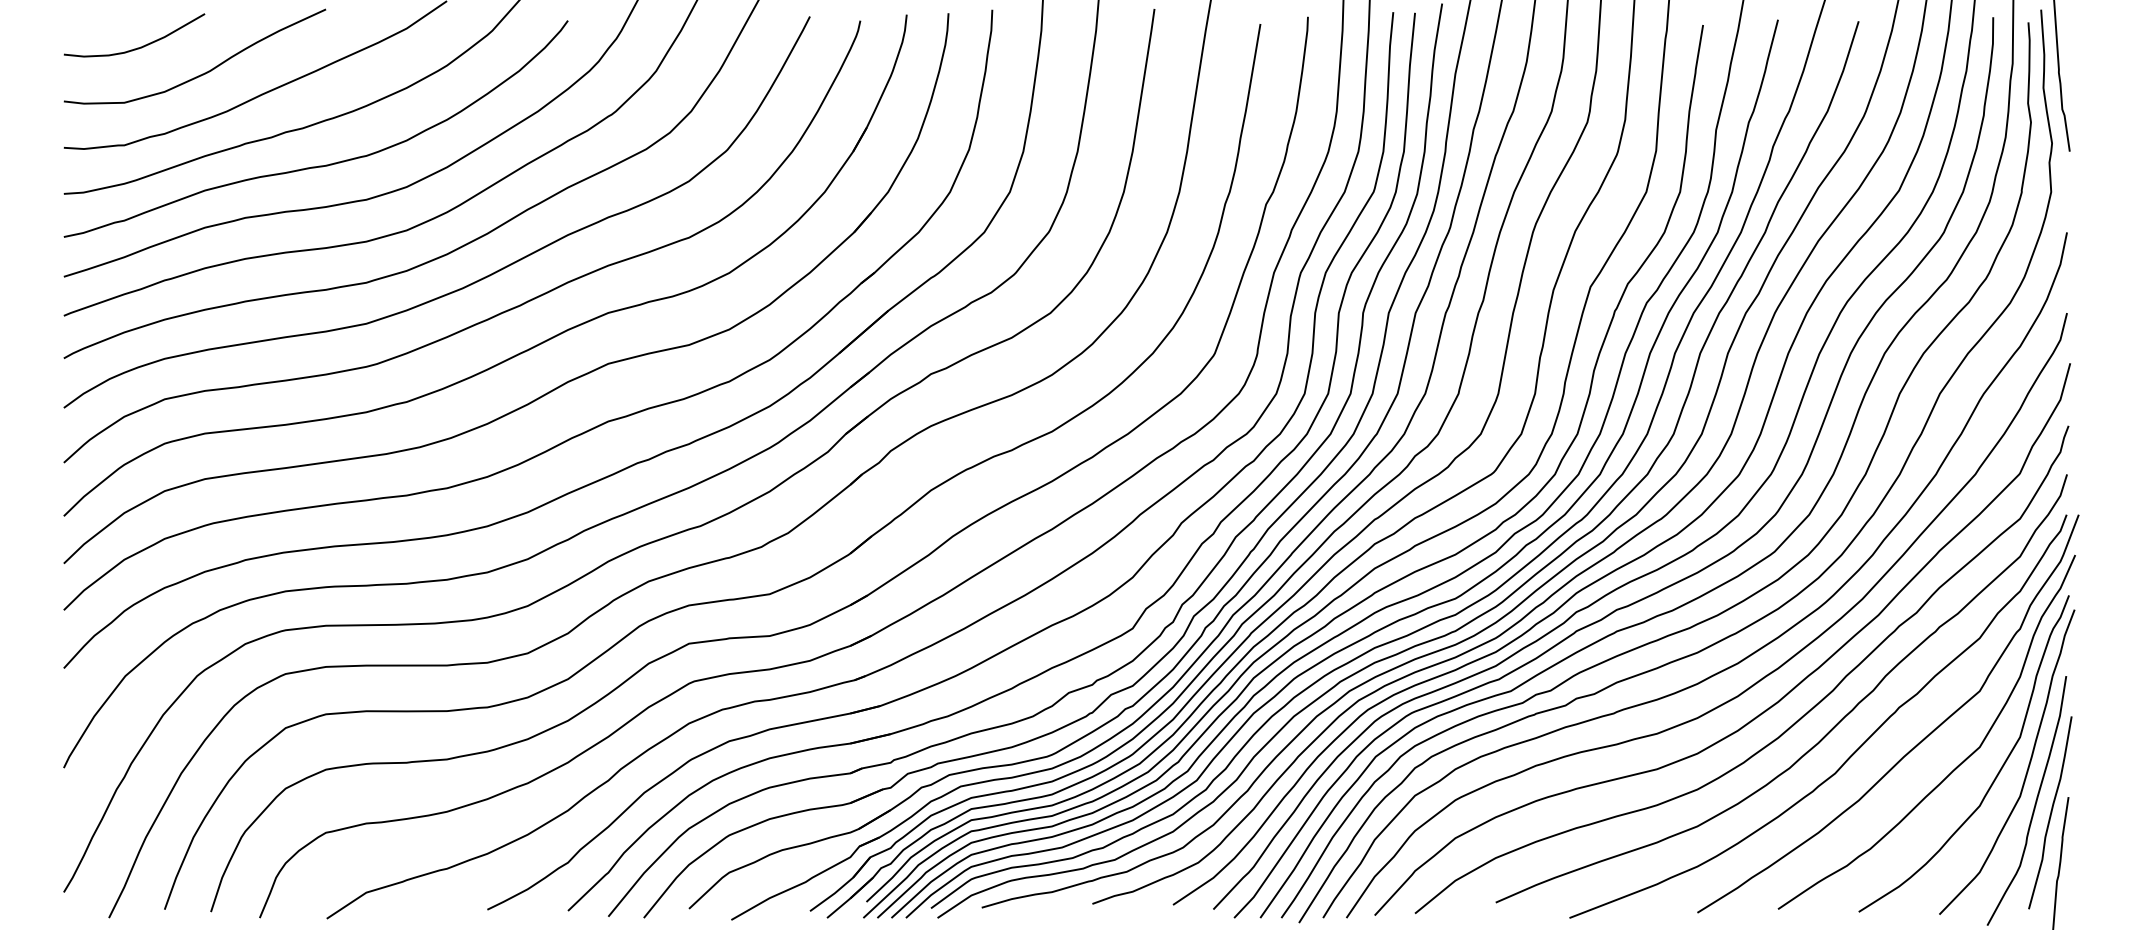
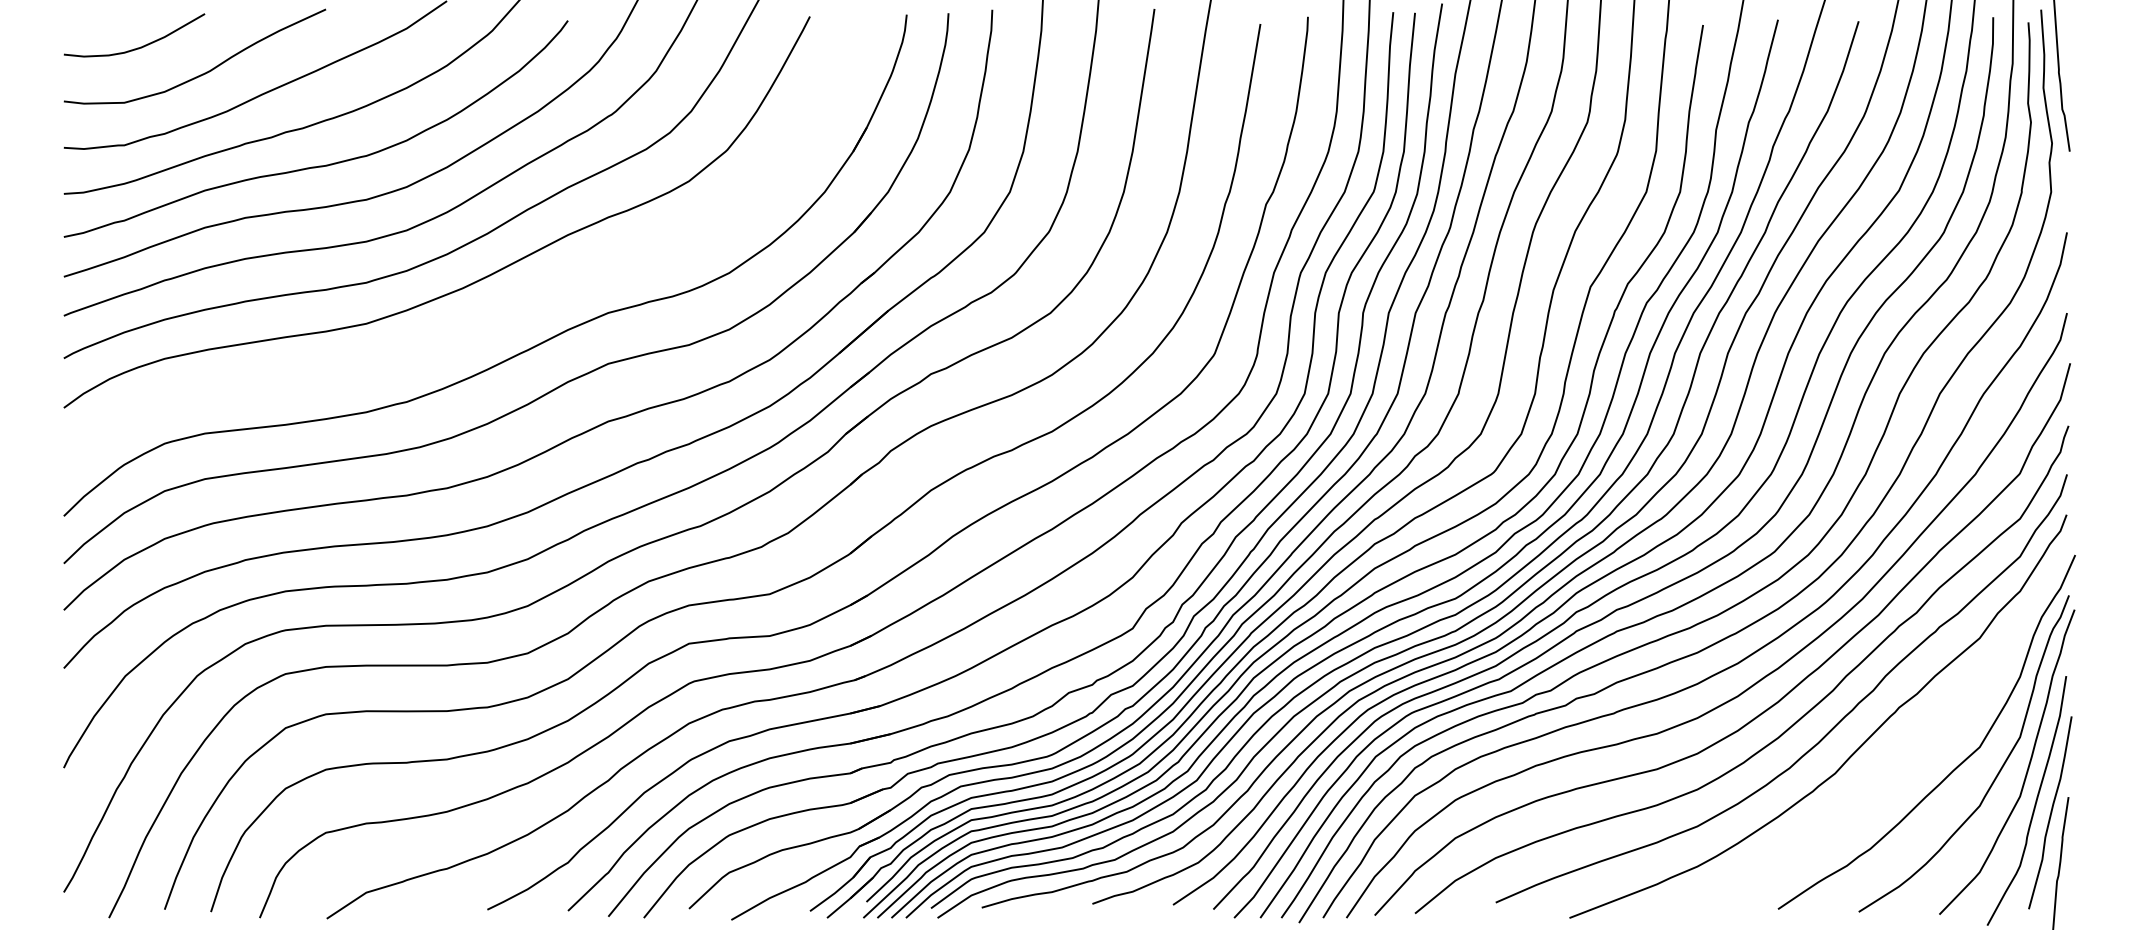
curve at (493, 315): present -> none
curve at (1918, 742): present -> none
